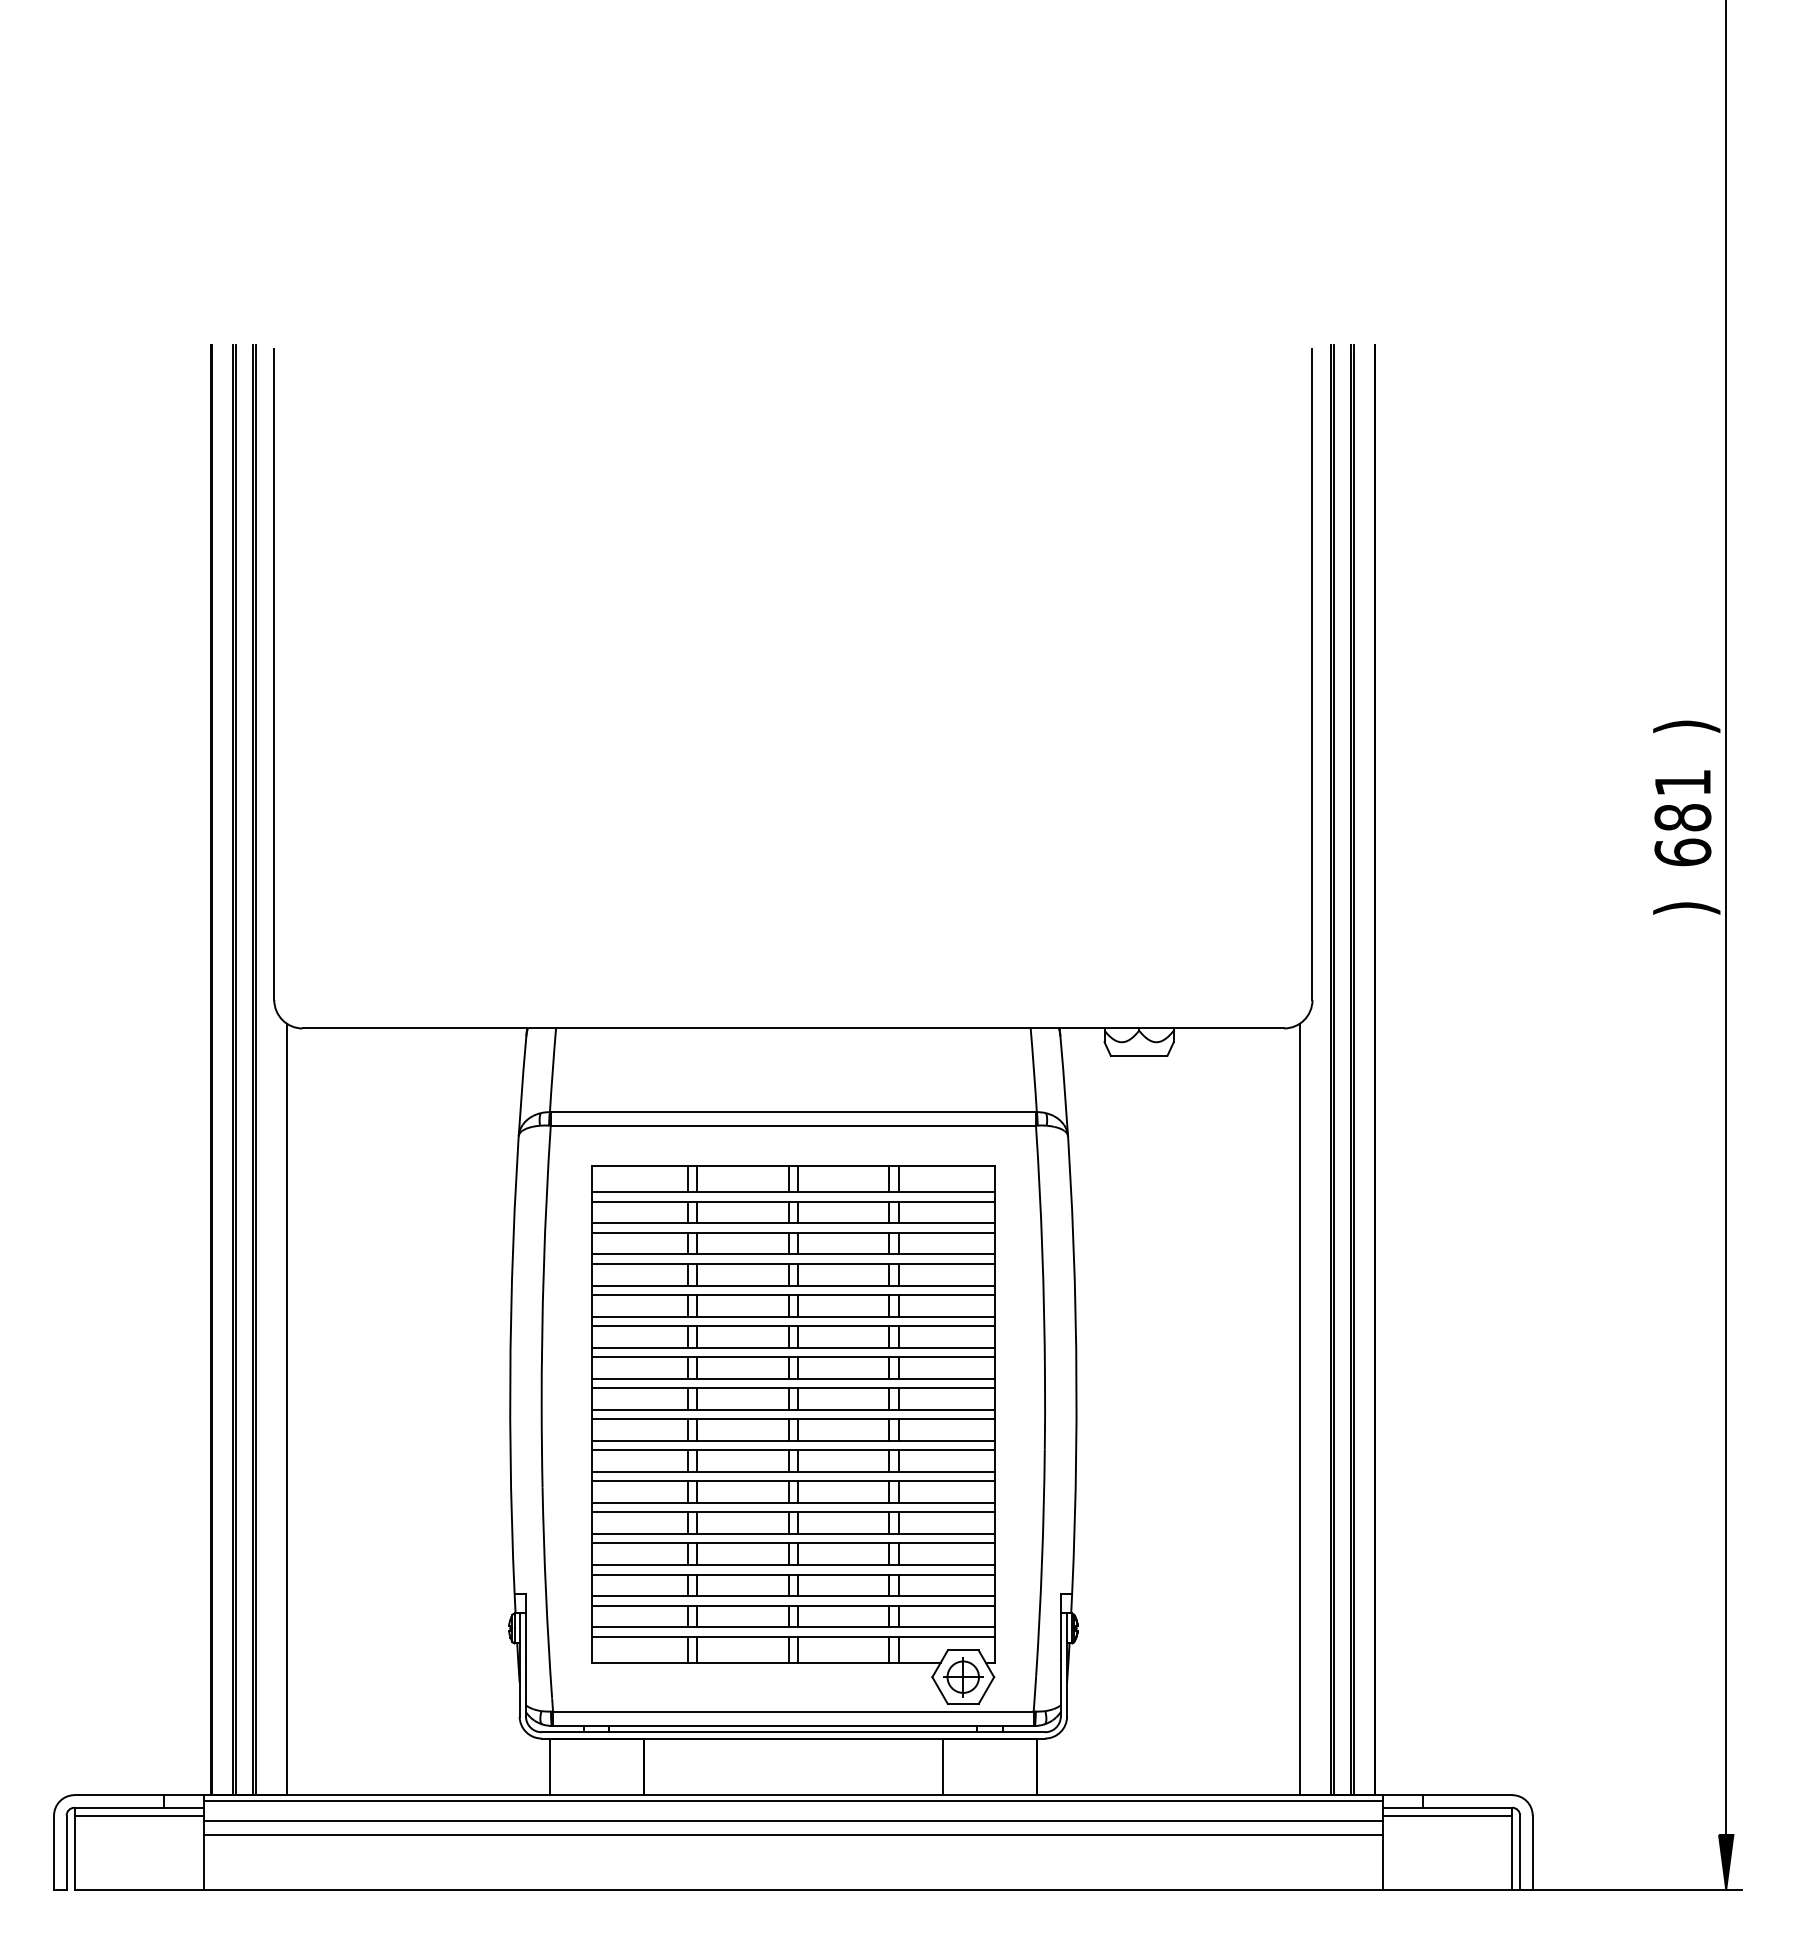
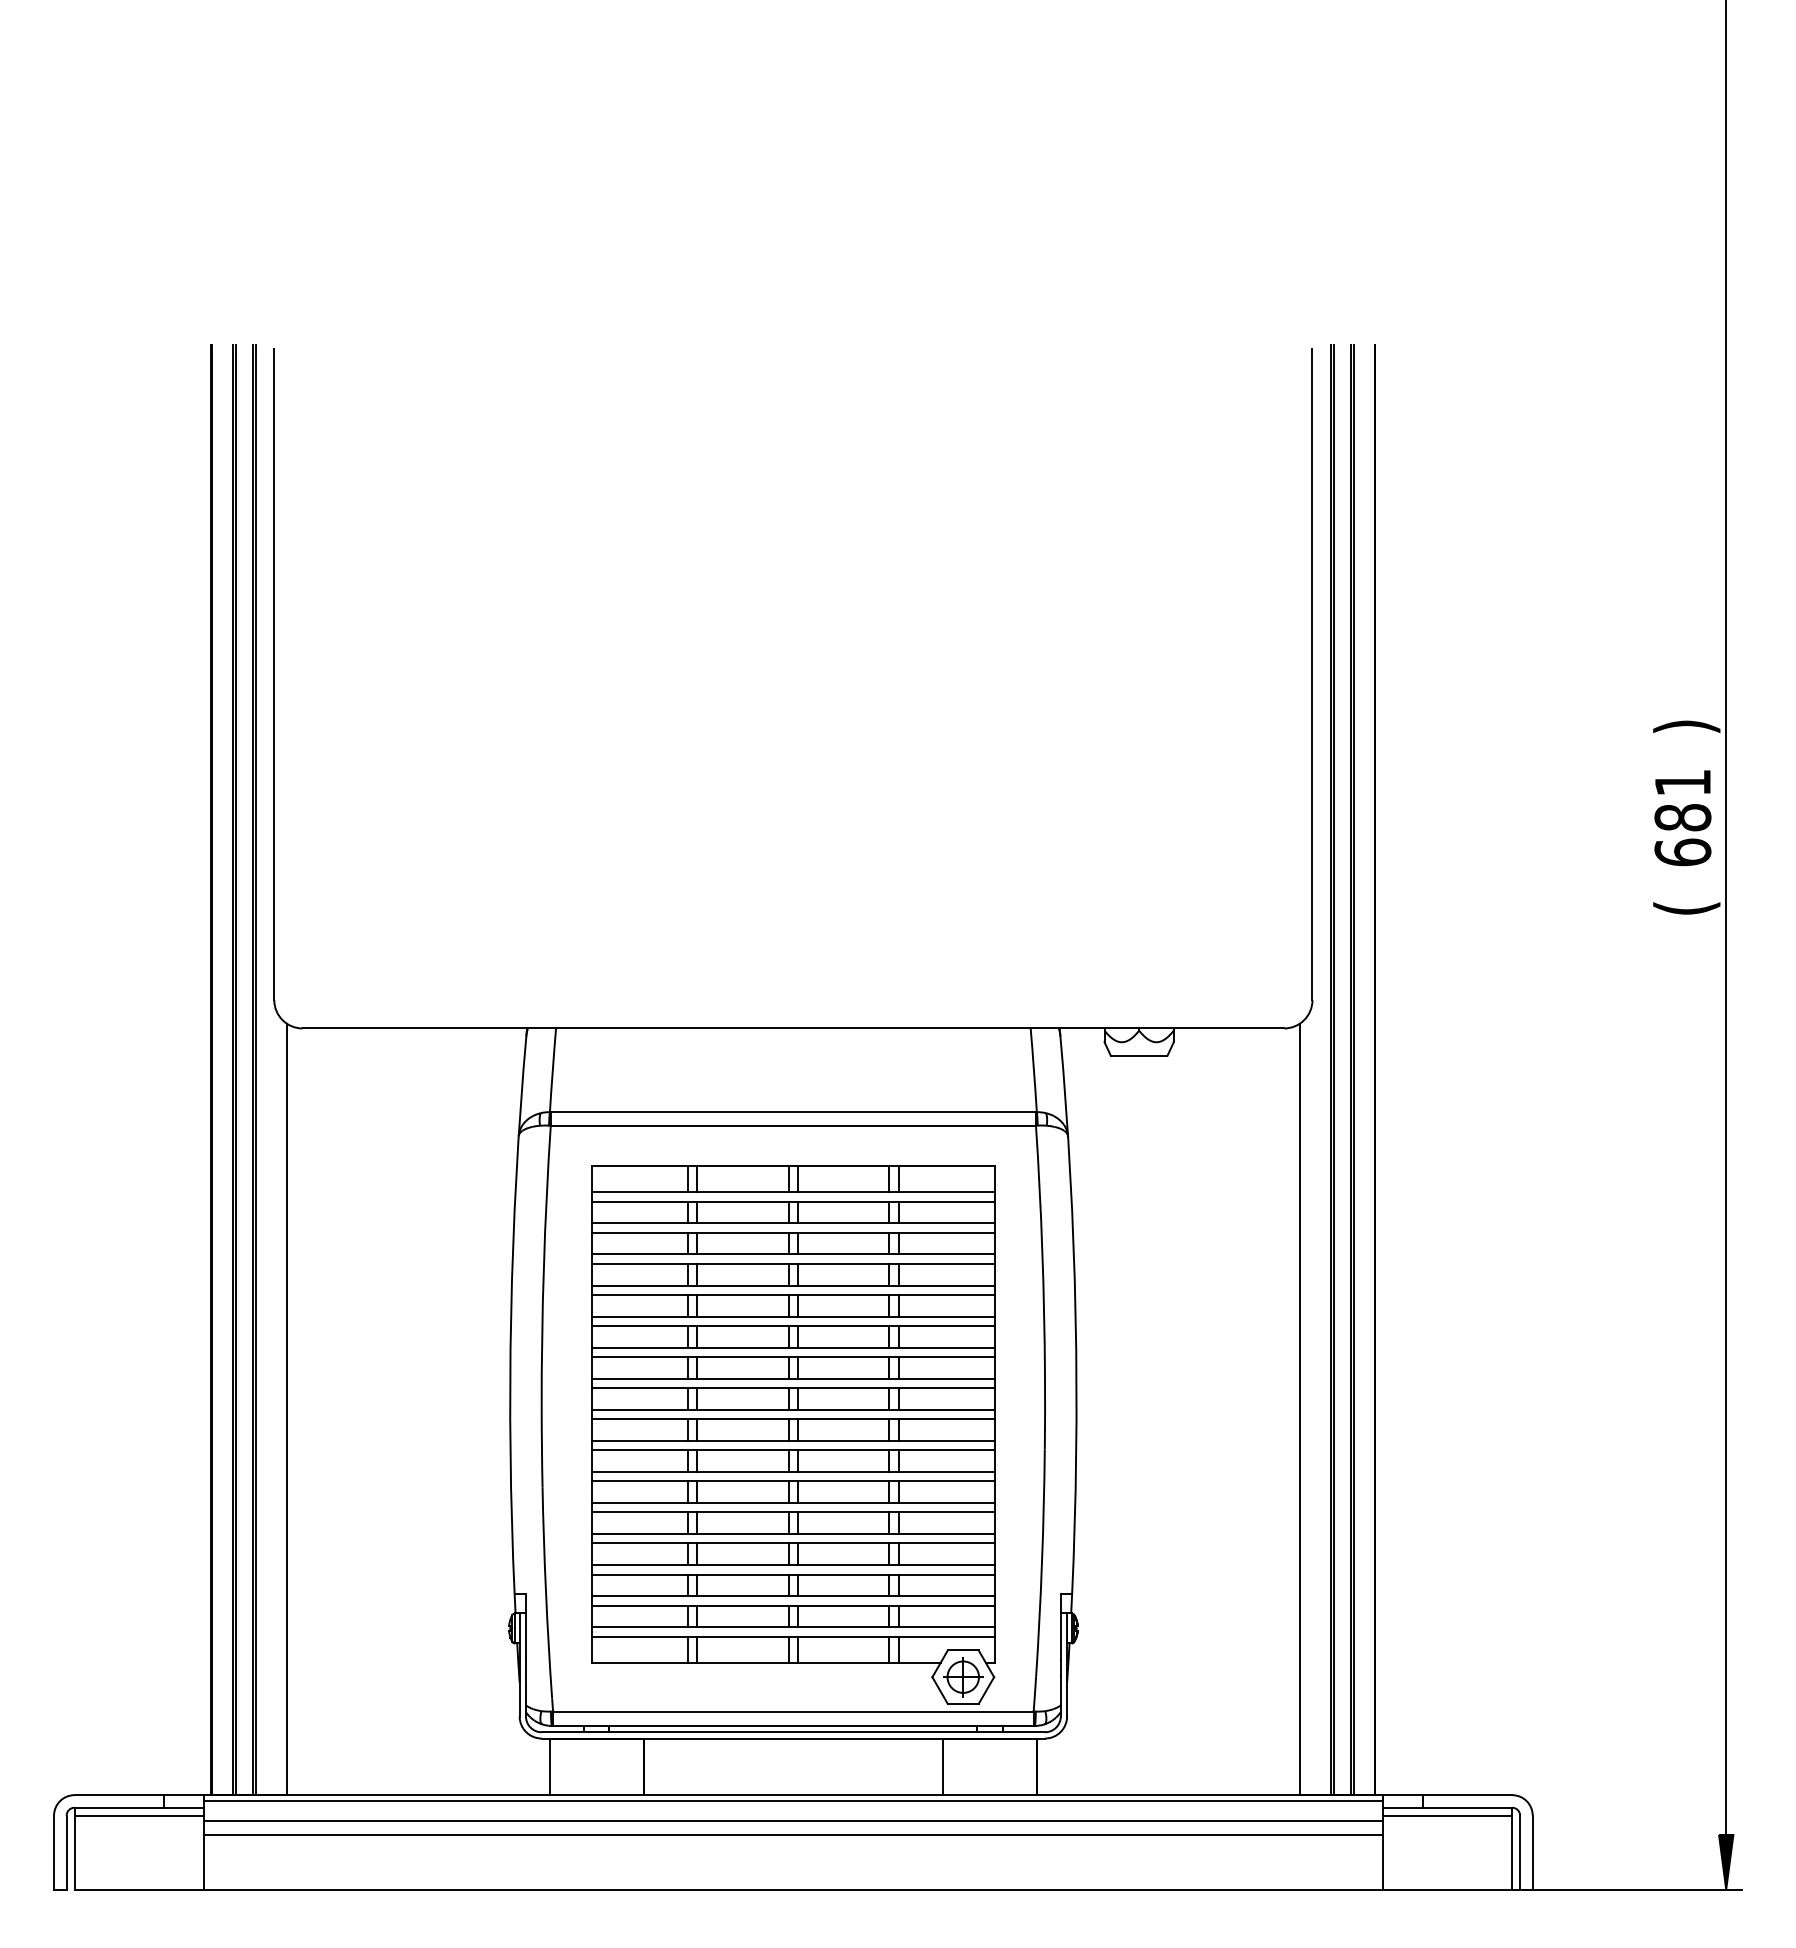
text at (1686, 908): ) -> (
